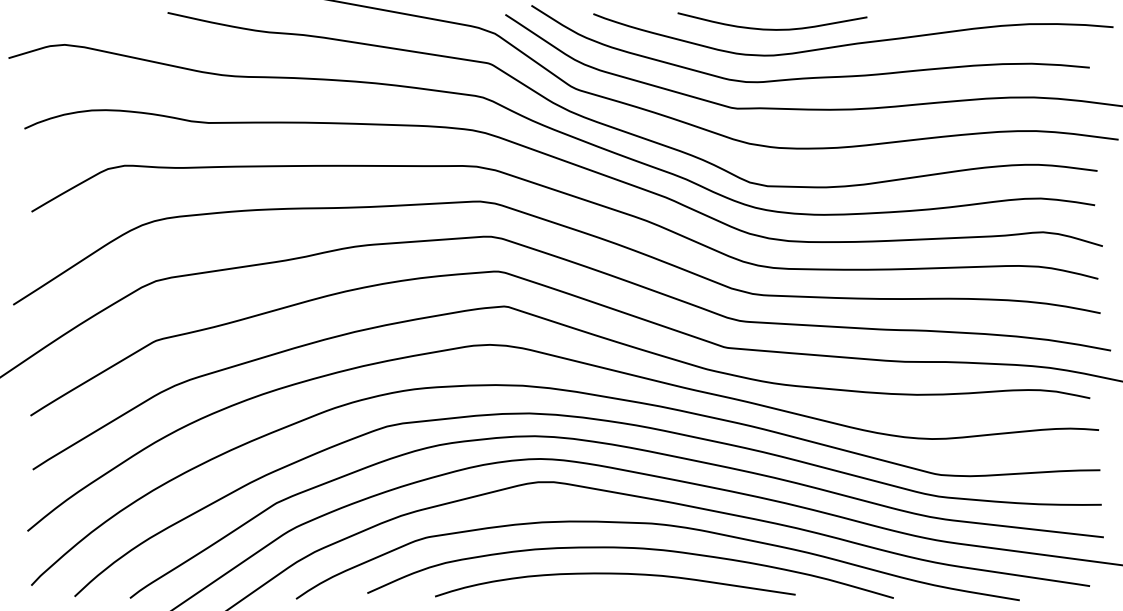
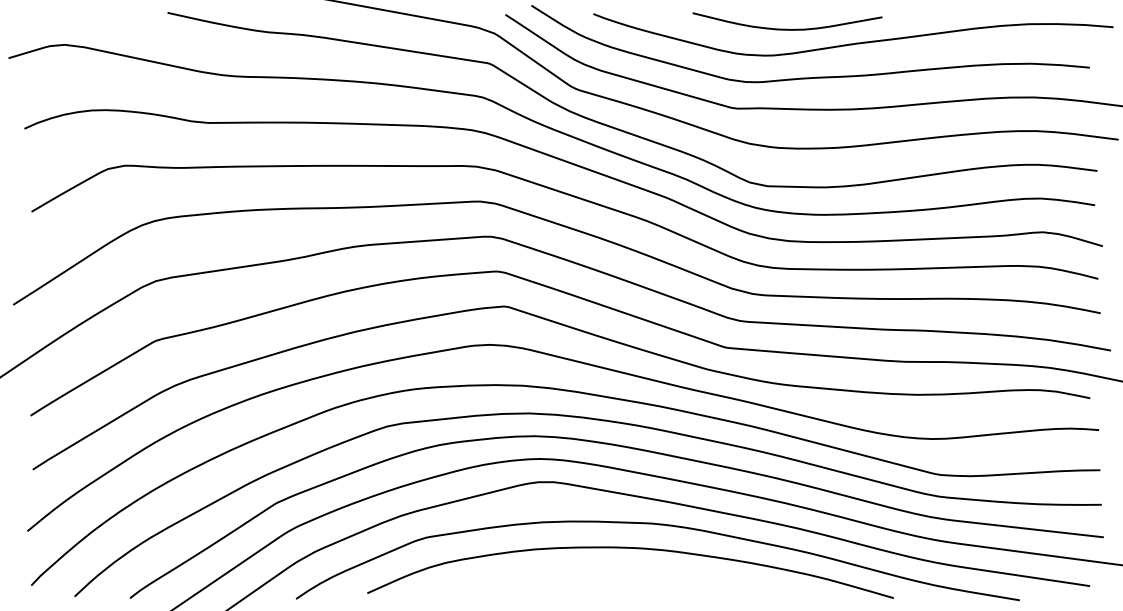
curve at (772, 28) position: (772, 28) -> (787, 28)
curve at (615, 574): present -> none
